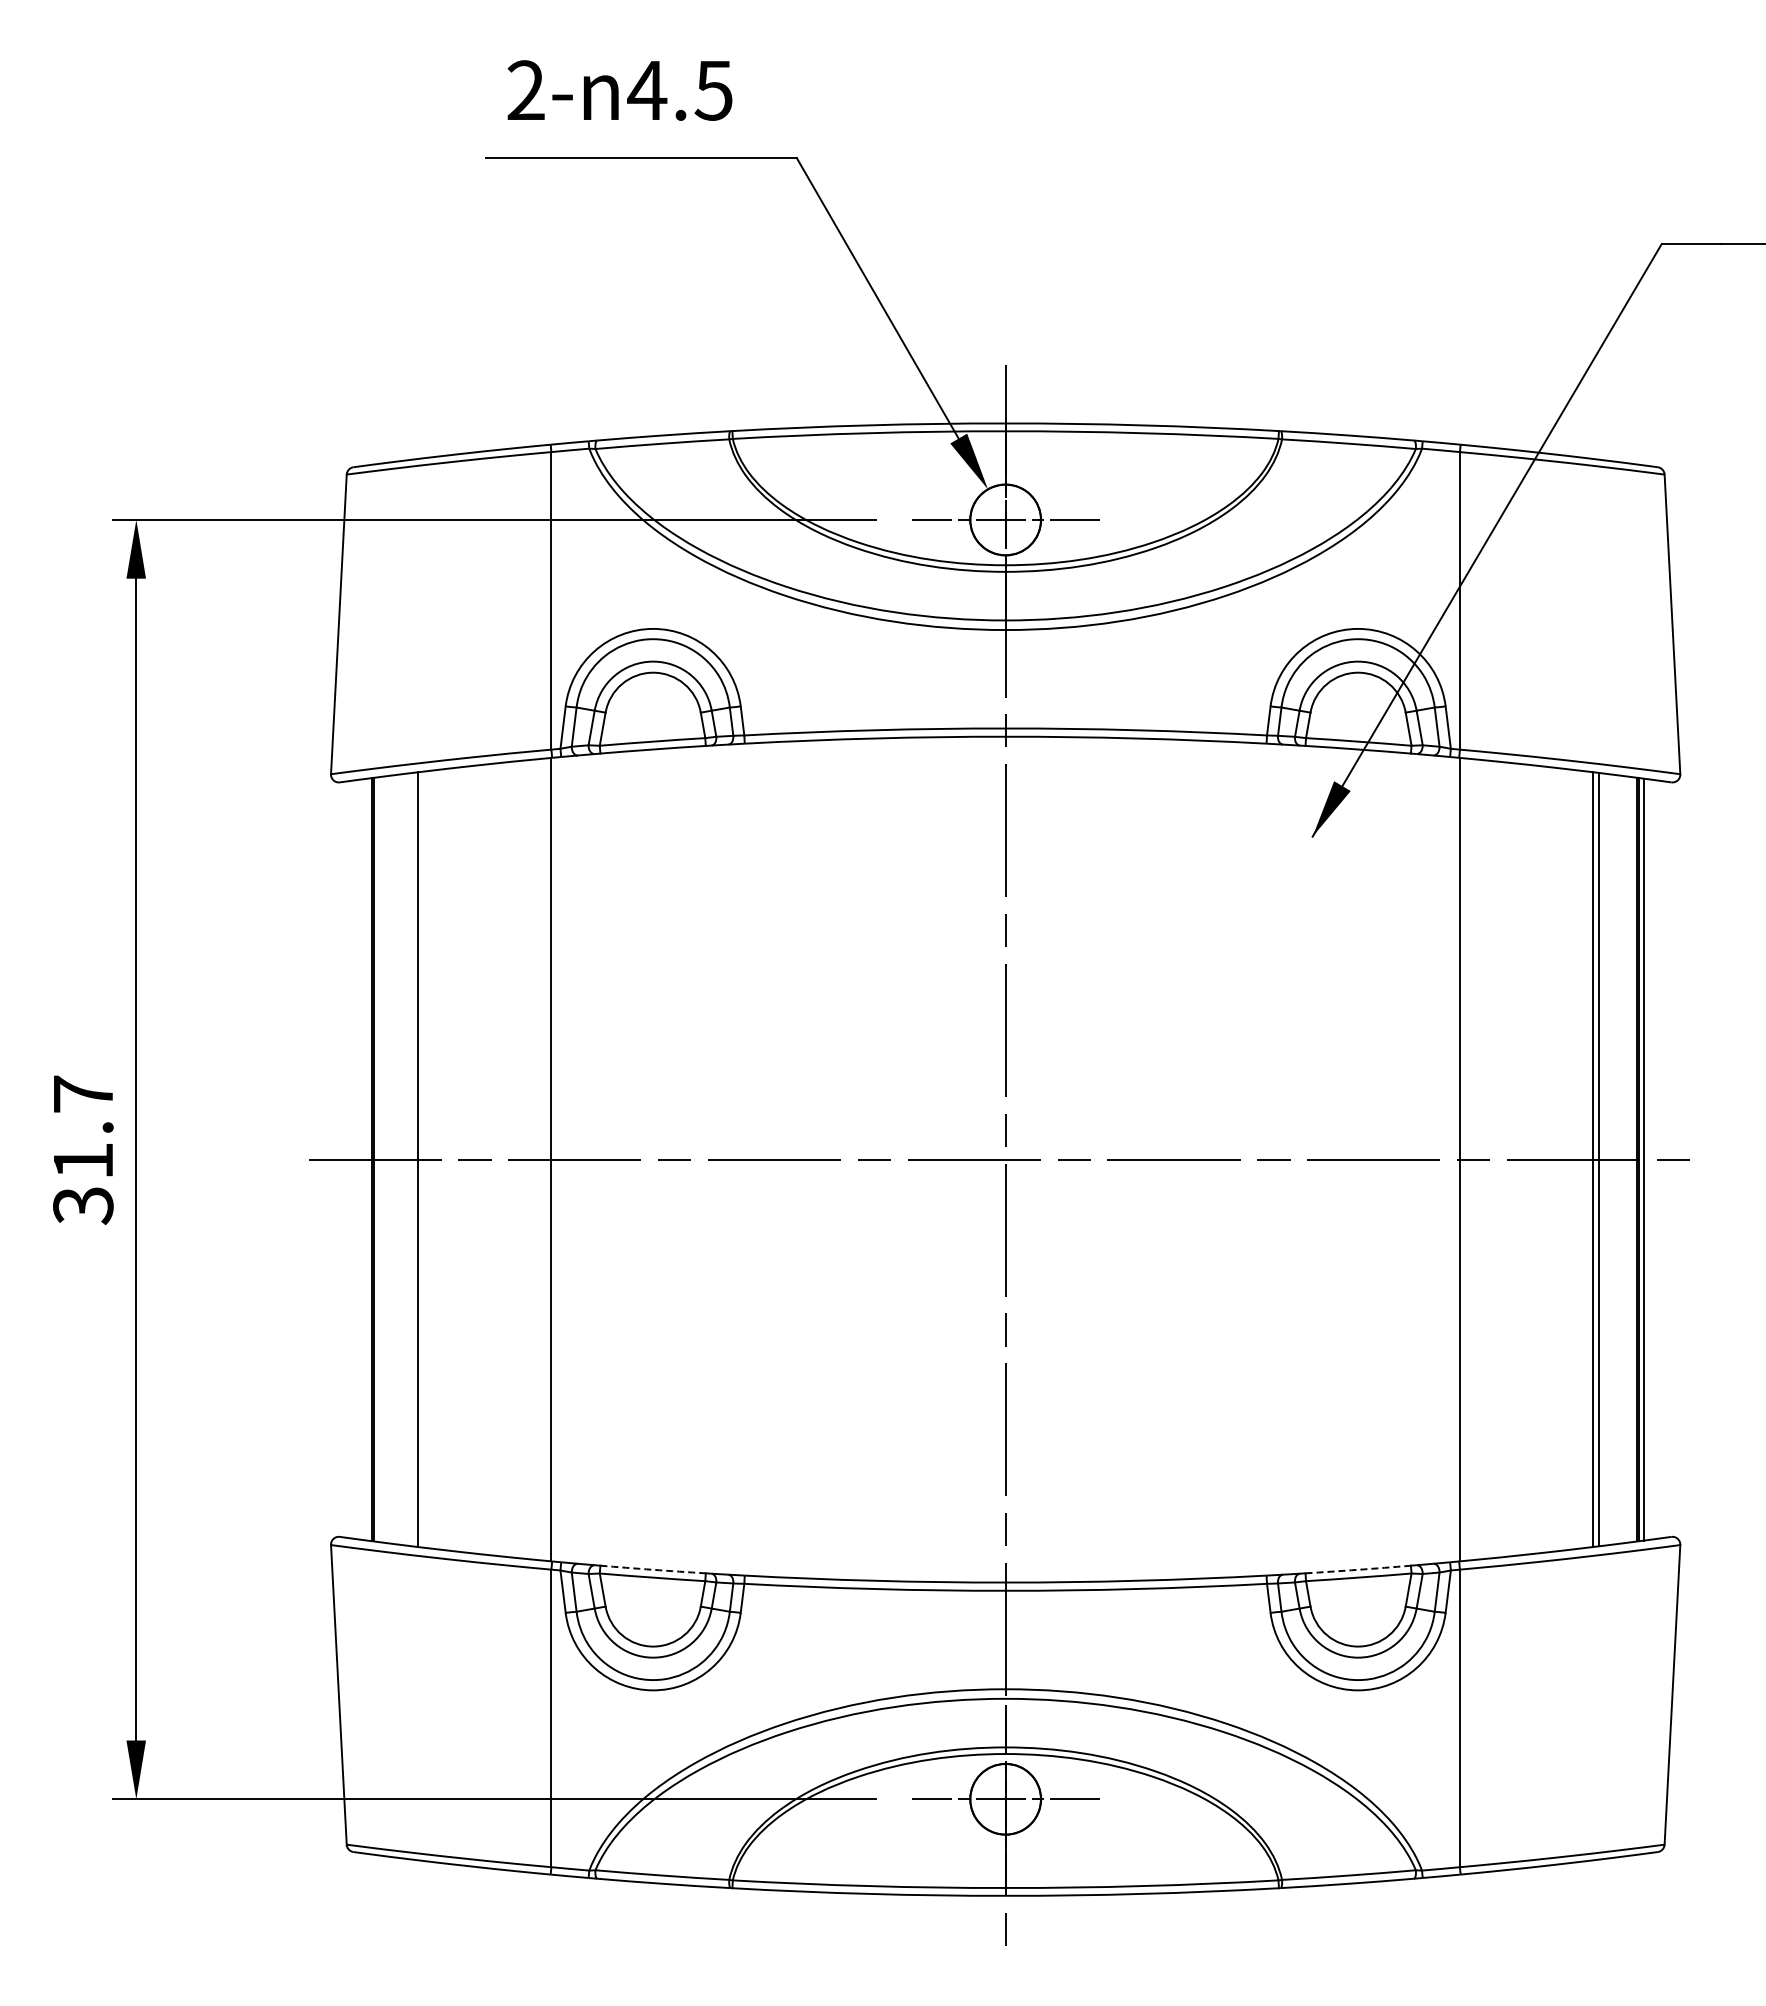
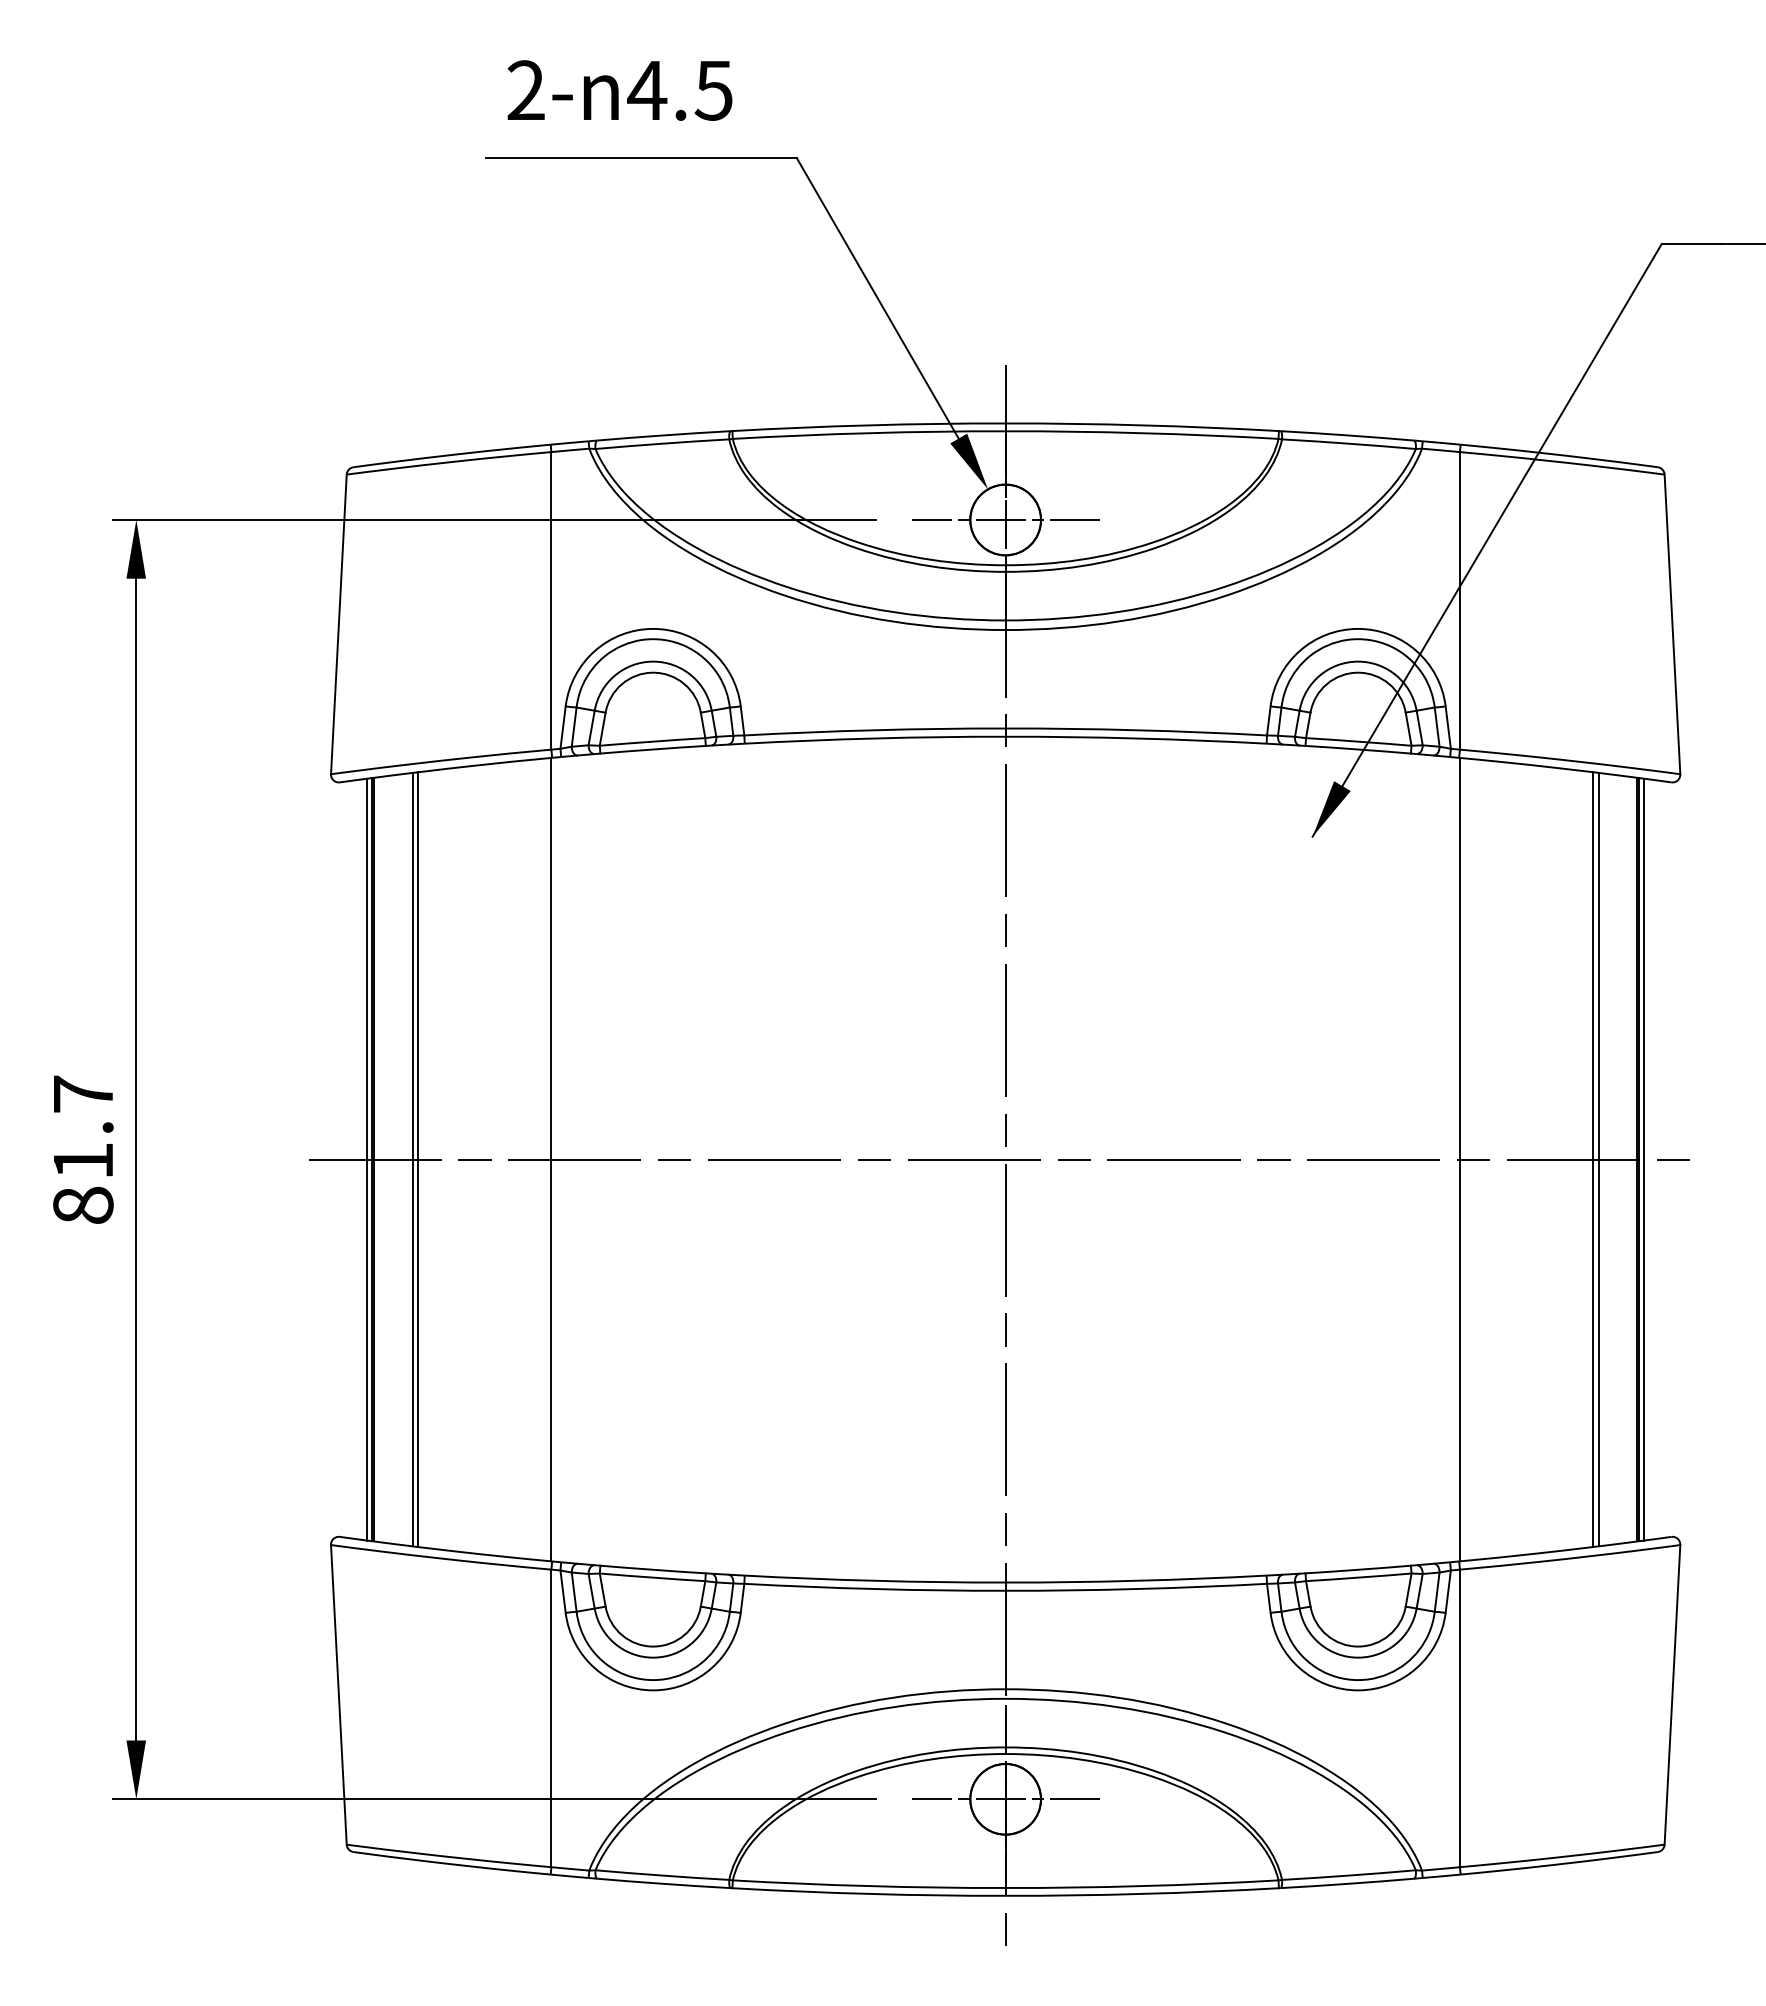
line at (367, 1159): none -> present
line at (412, 1159): none -> present
text at (83, 1205): 31.7 -> 81.7
arc at (653, 1569): dashed -> solid
arc at (1358, 1569): dashed -> solid
